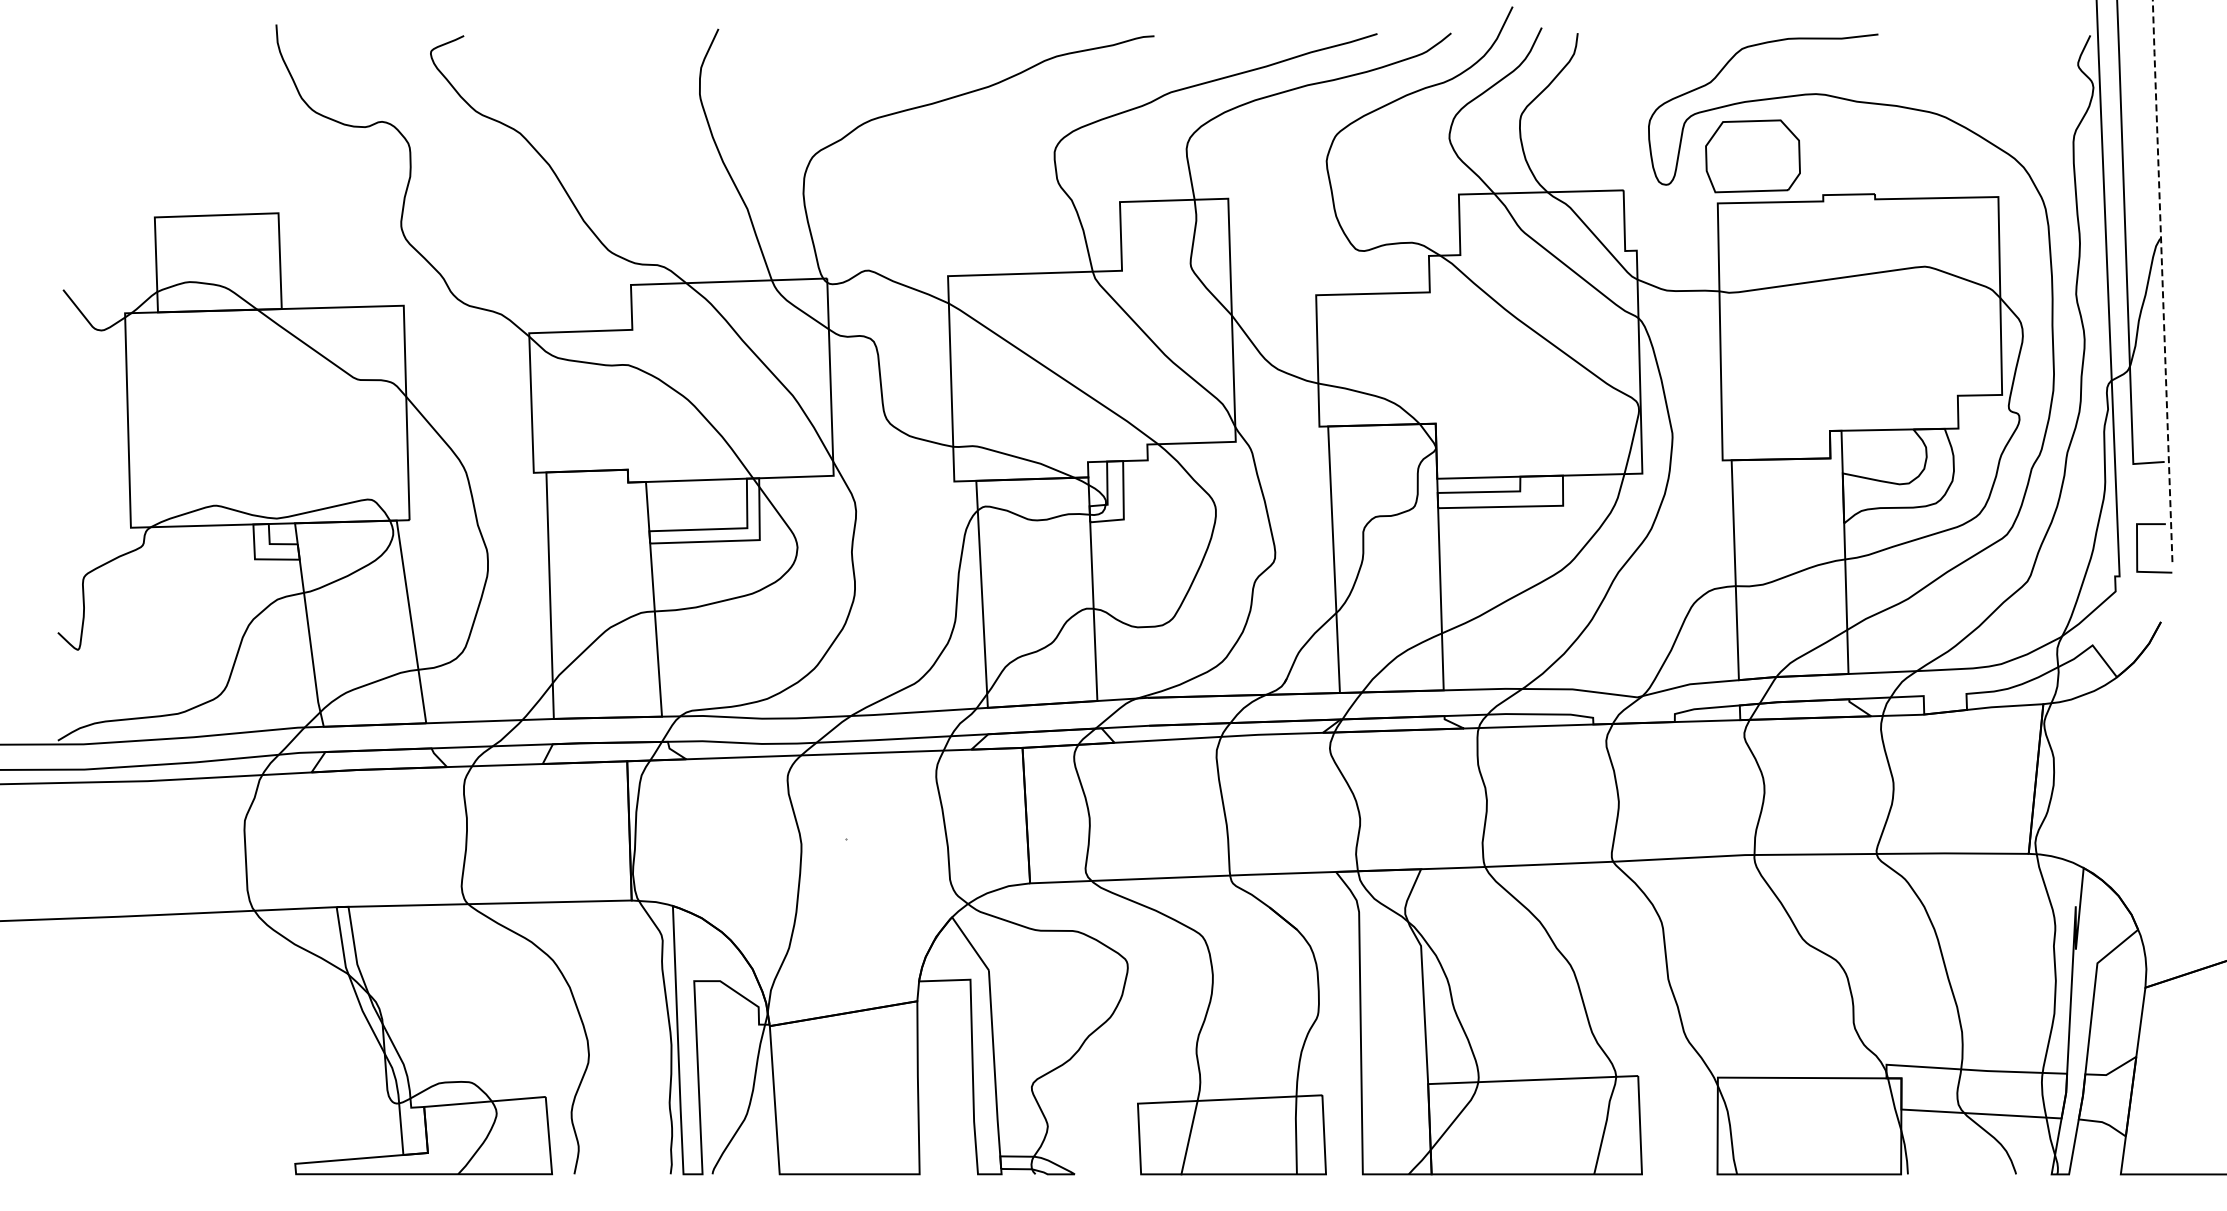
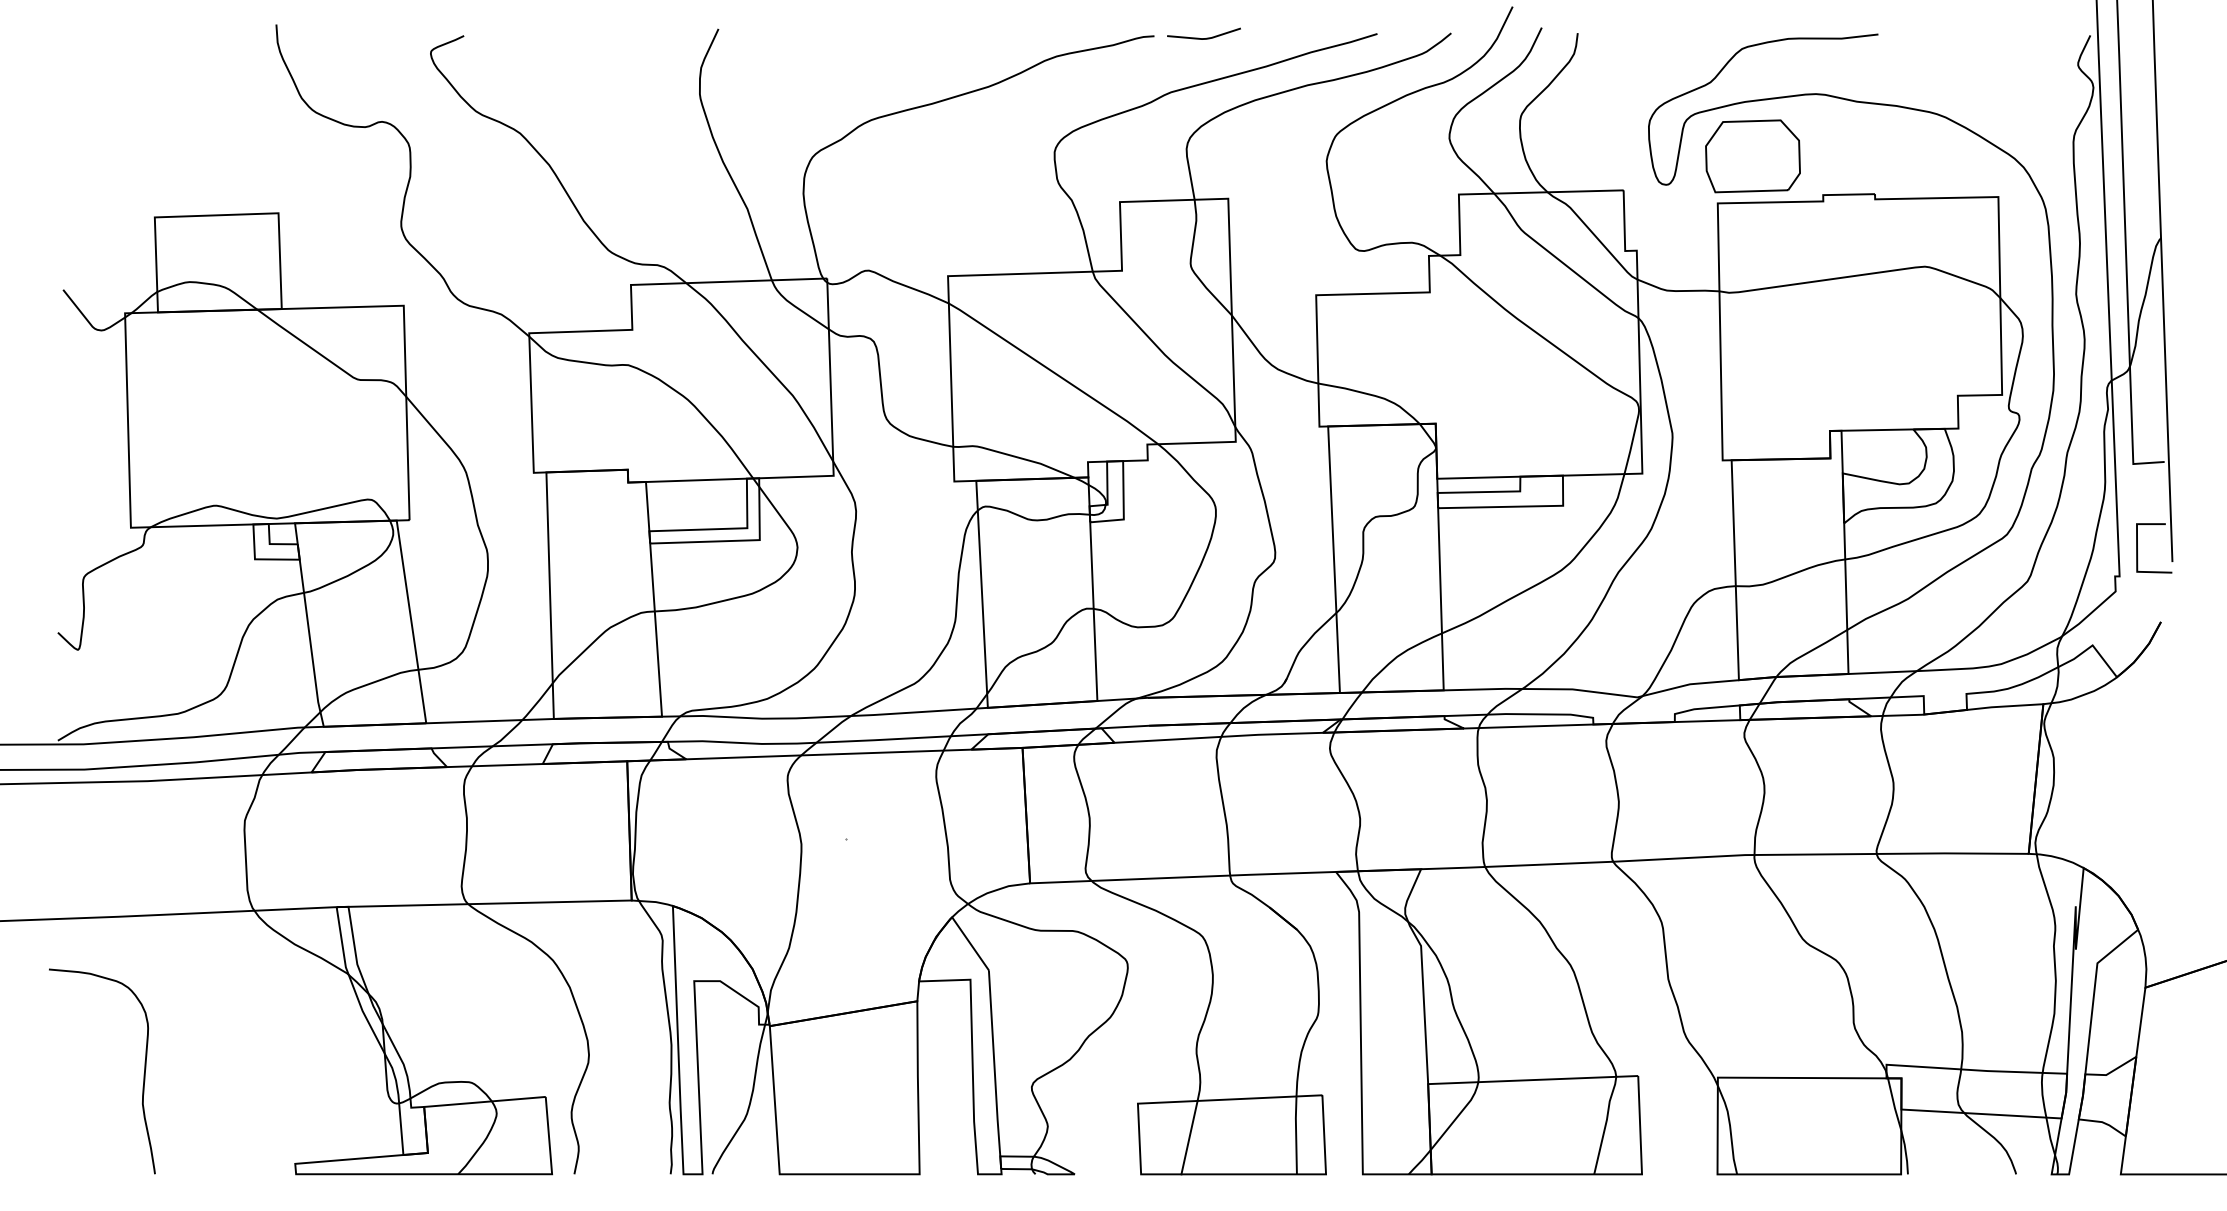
line at (1206, 37): none -> present
line at (2162, 280): dashed -> solid
curve at (143, 1074): none -> present
